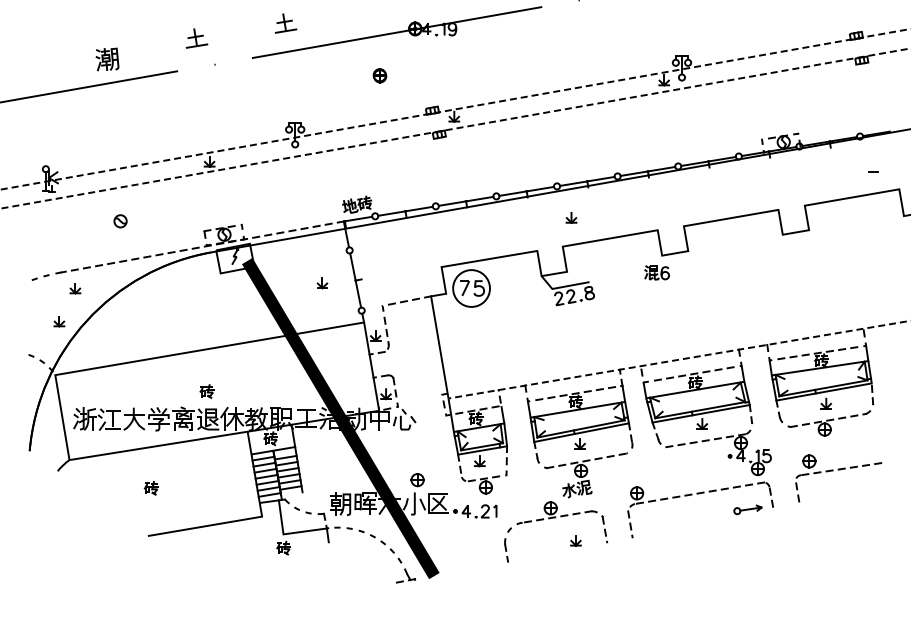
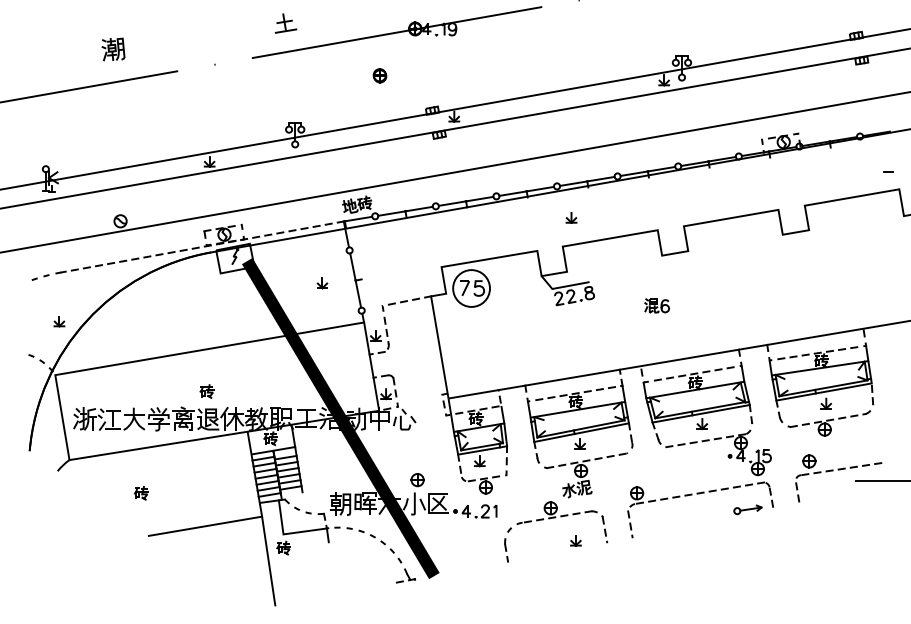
part at (196, 38): present -> none
part at (107, 59) position: (107, 59) -> (113, 49)
line at (455, 109): dashed -> solid
line at (456, 128): dashed -> solid
line at (873, 171) position: (873, 171) -> (888, 171)
line at (454, 172): none -> present
part at (656, 272) position: (656, 272) -> (656, 305)
part at (75, 288): present -> none
line at (679, 359): dashed -> solid
line at (881, 480): none -> present
part at (150, 488) position: (150, 488) -> (140, 493)
line at (268, 560): none -> present
